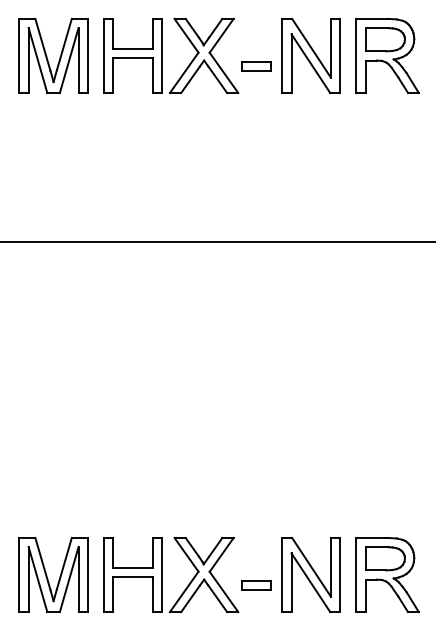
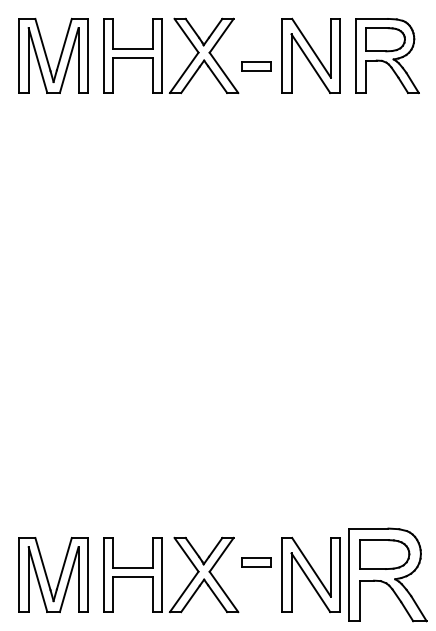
line at (217, 242): present -> none
part at (387, 575) size: 65x77 px -> 80x96 px
part at (256, 585) position: (256, 585) -> (256, 562)
